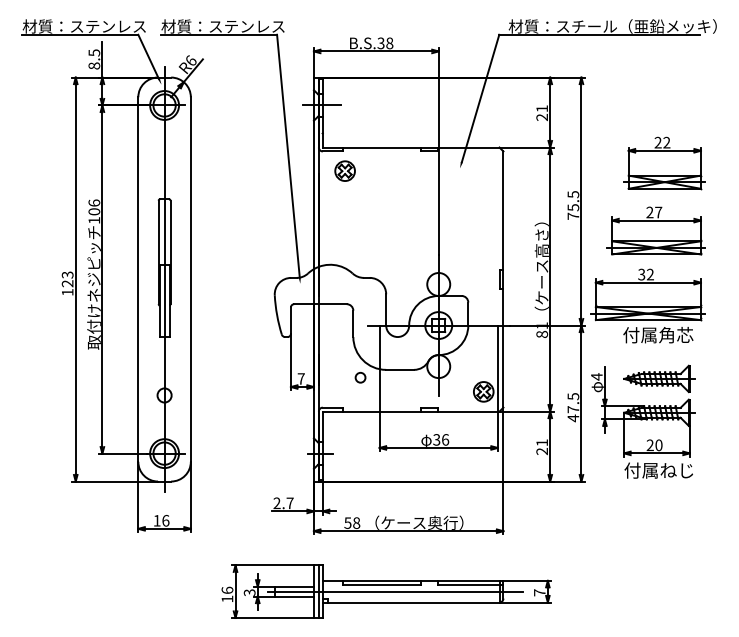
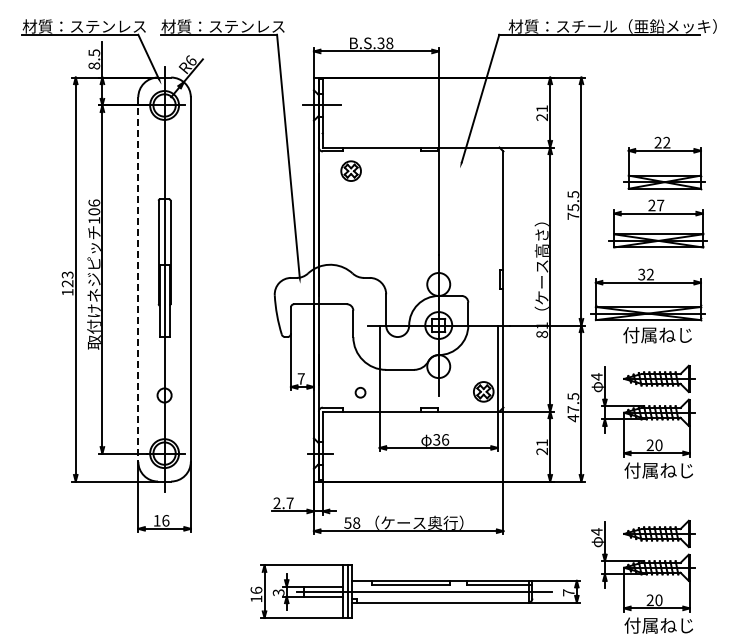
part at (344, 170) position: (344, 170) -> (350, 170)
part at (655, 230) position: (655, 230) -> (657, 223)
line at (138, 280): solid -> dashed
text at (676, 334): 付属角芯 -> 付属ねじ
circle at (360, 377) position: (360, 377) -> (360, 392)
part at (643, 576): none -> present
part at (386, 591) position: (386, 591) -> (415, 591)
